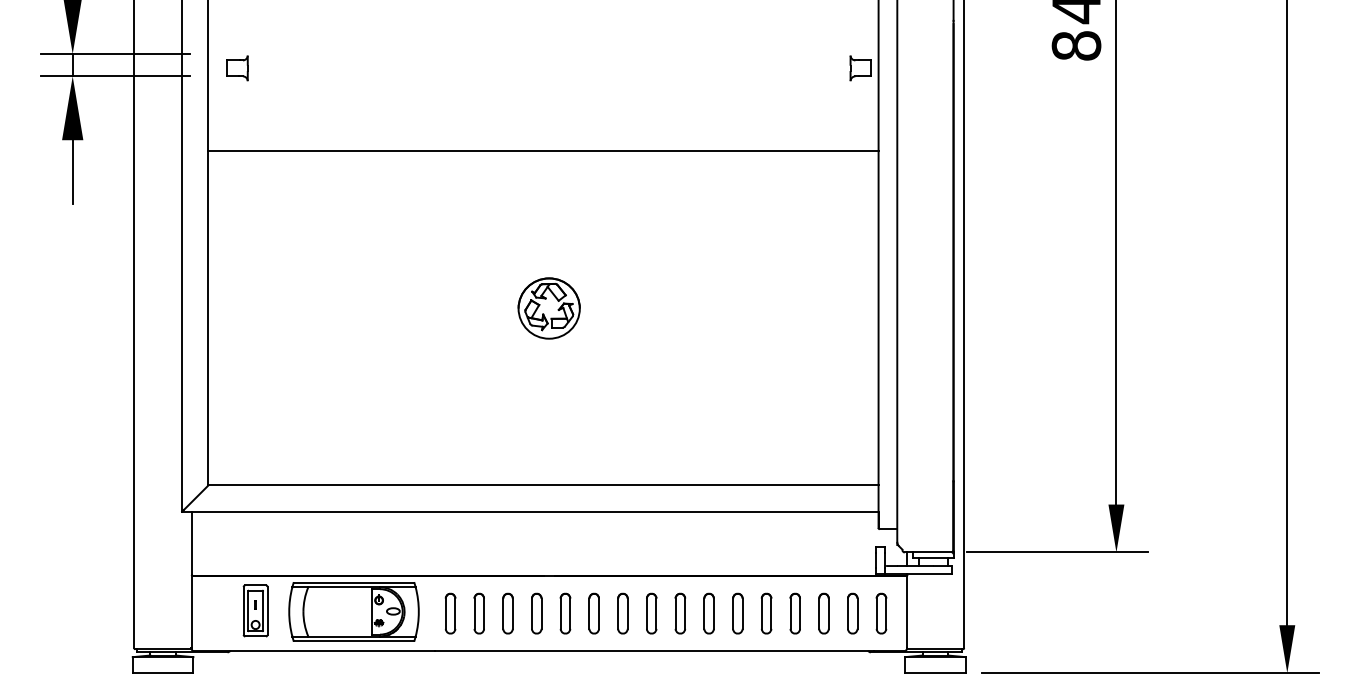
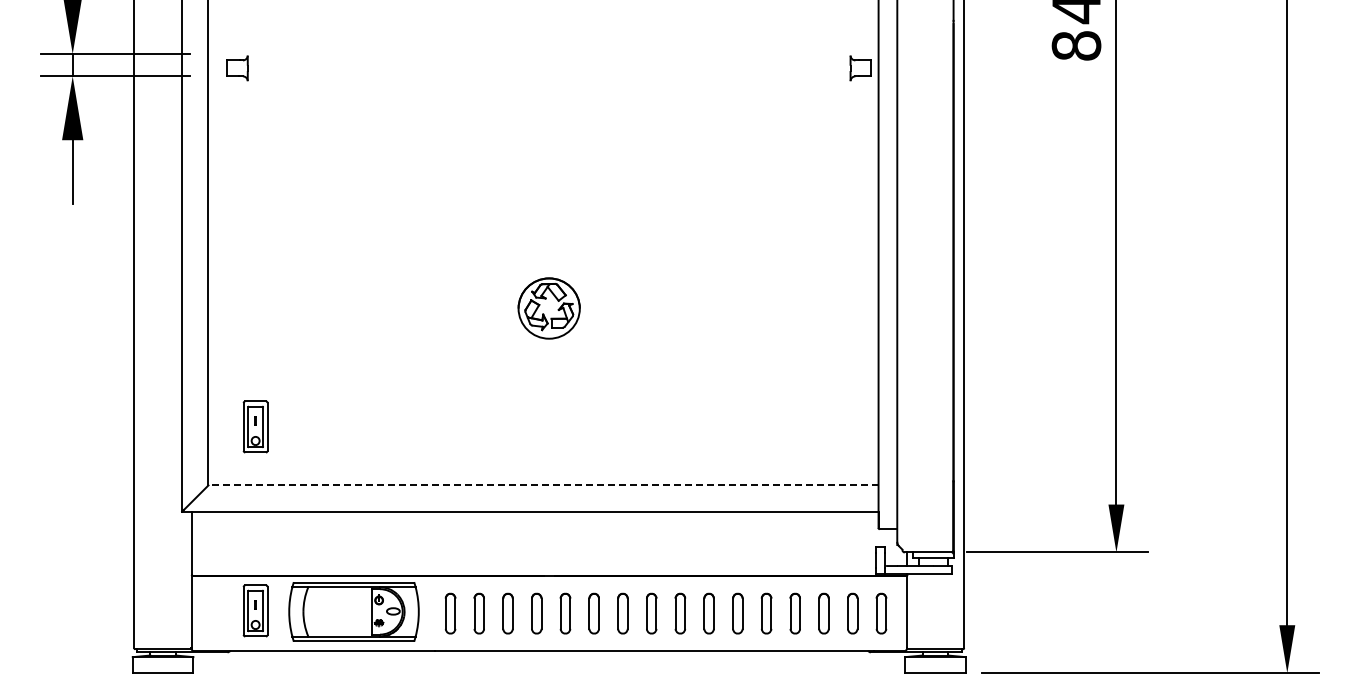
line at (543, 151): present -> none
part at (255, 426): none -> present
line at (543, 485): solid -> dashed
